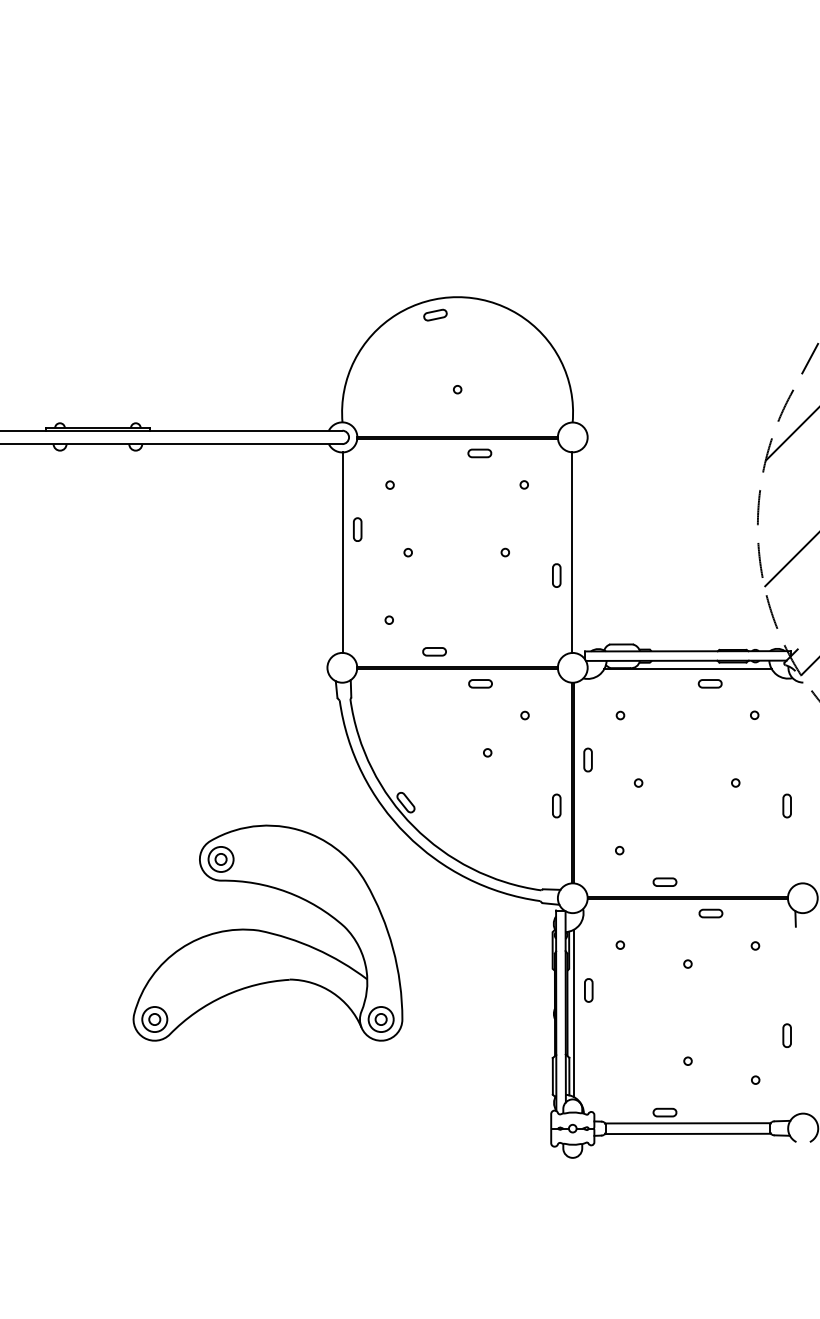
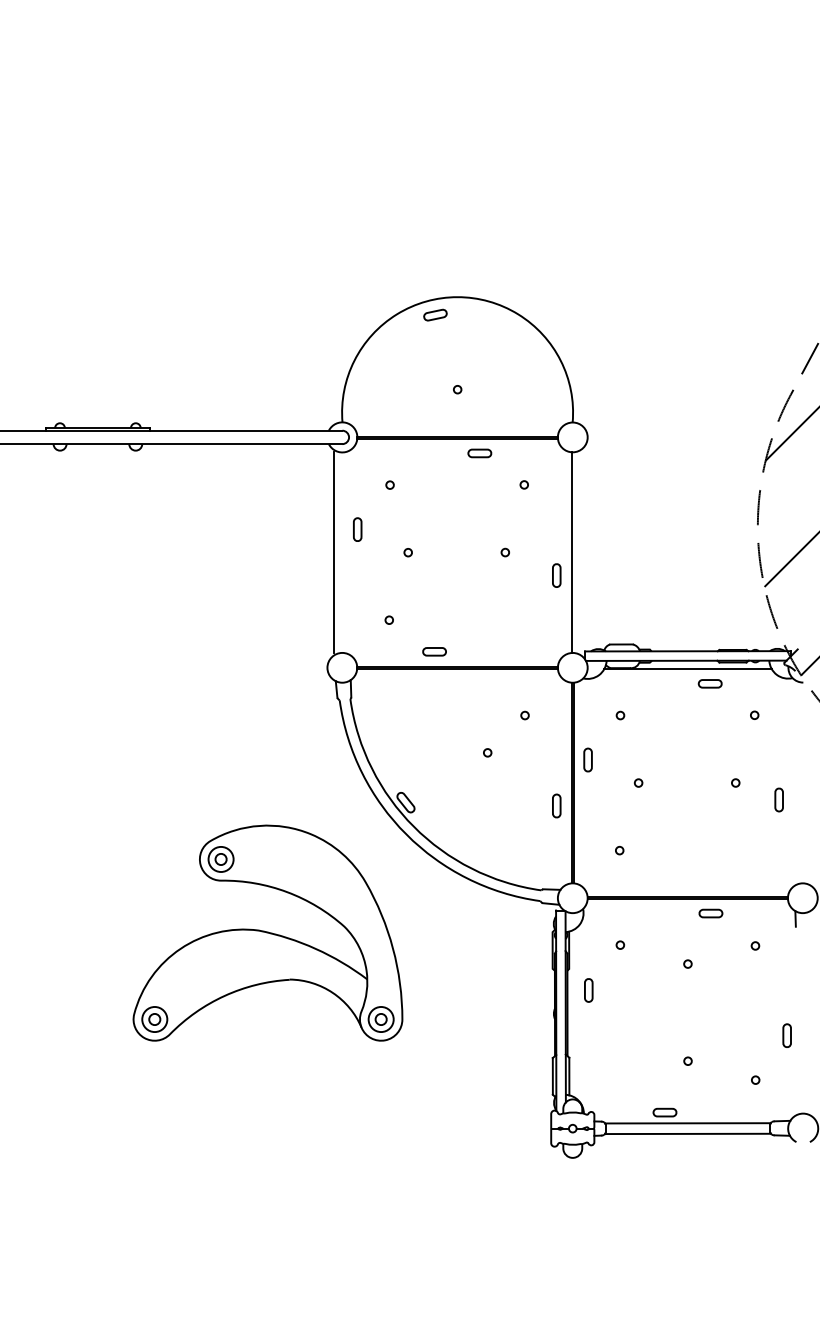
line at (343, 552) position: (343, 552) -> (334, 552)
part at (480, 683): present -> none
part at (786, 805) position: (786, 805) -> (778, 799)
part at (664, 881): present -> none
line at (573, 1013): present -> none
